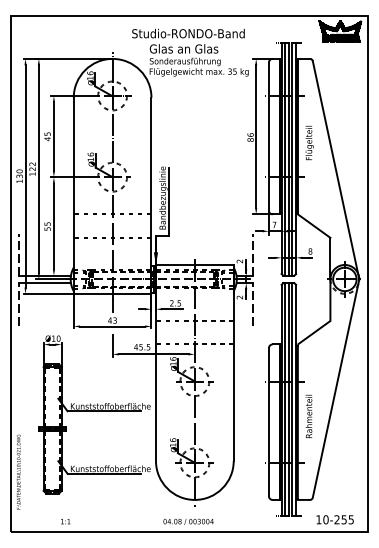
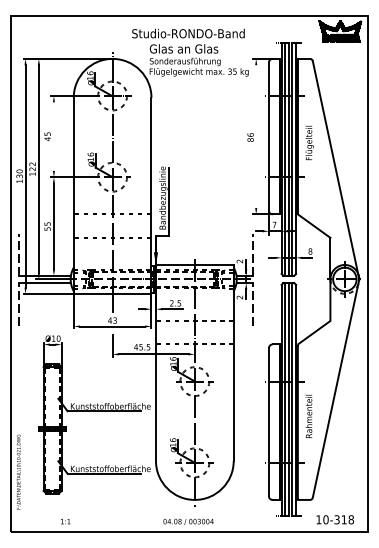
line at (53, 136): present -> none
line at (256, 136): present -> none
text at (343, 519): 10-255 -> 10-318
